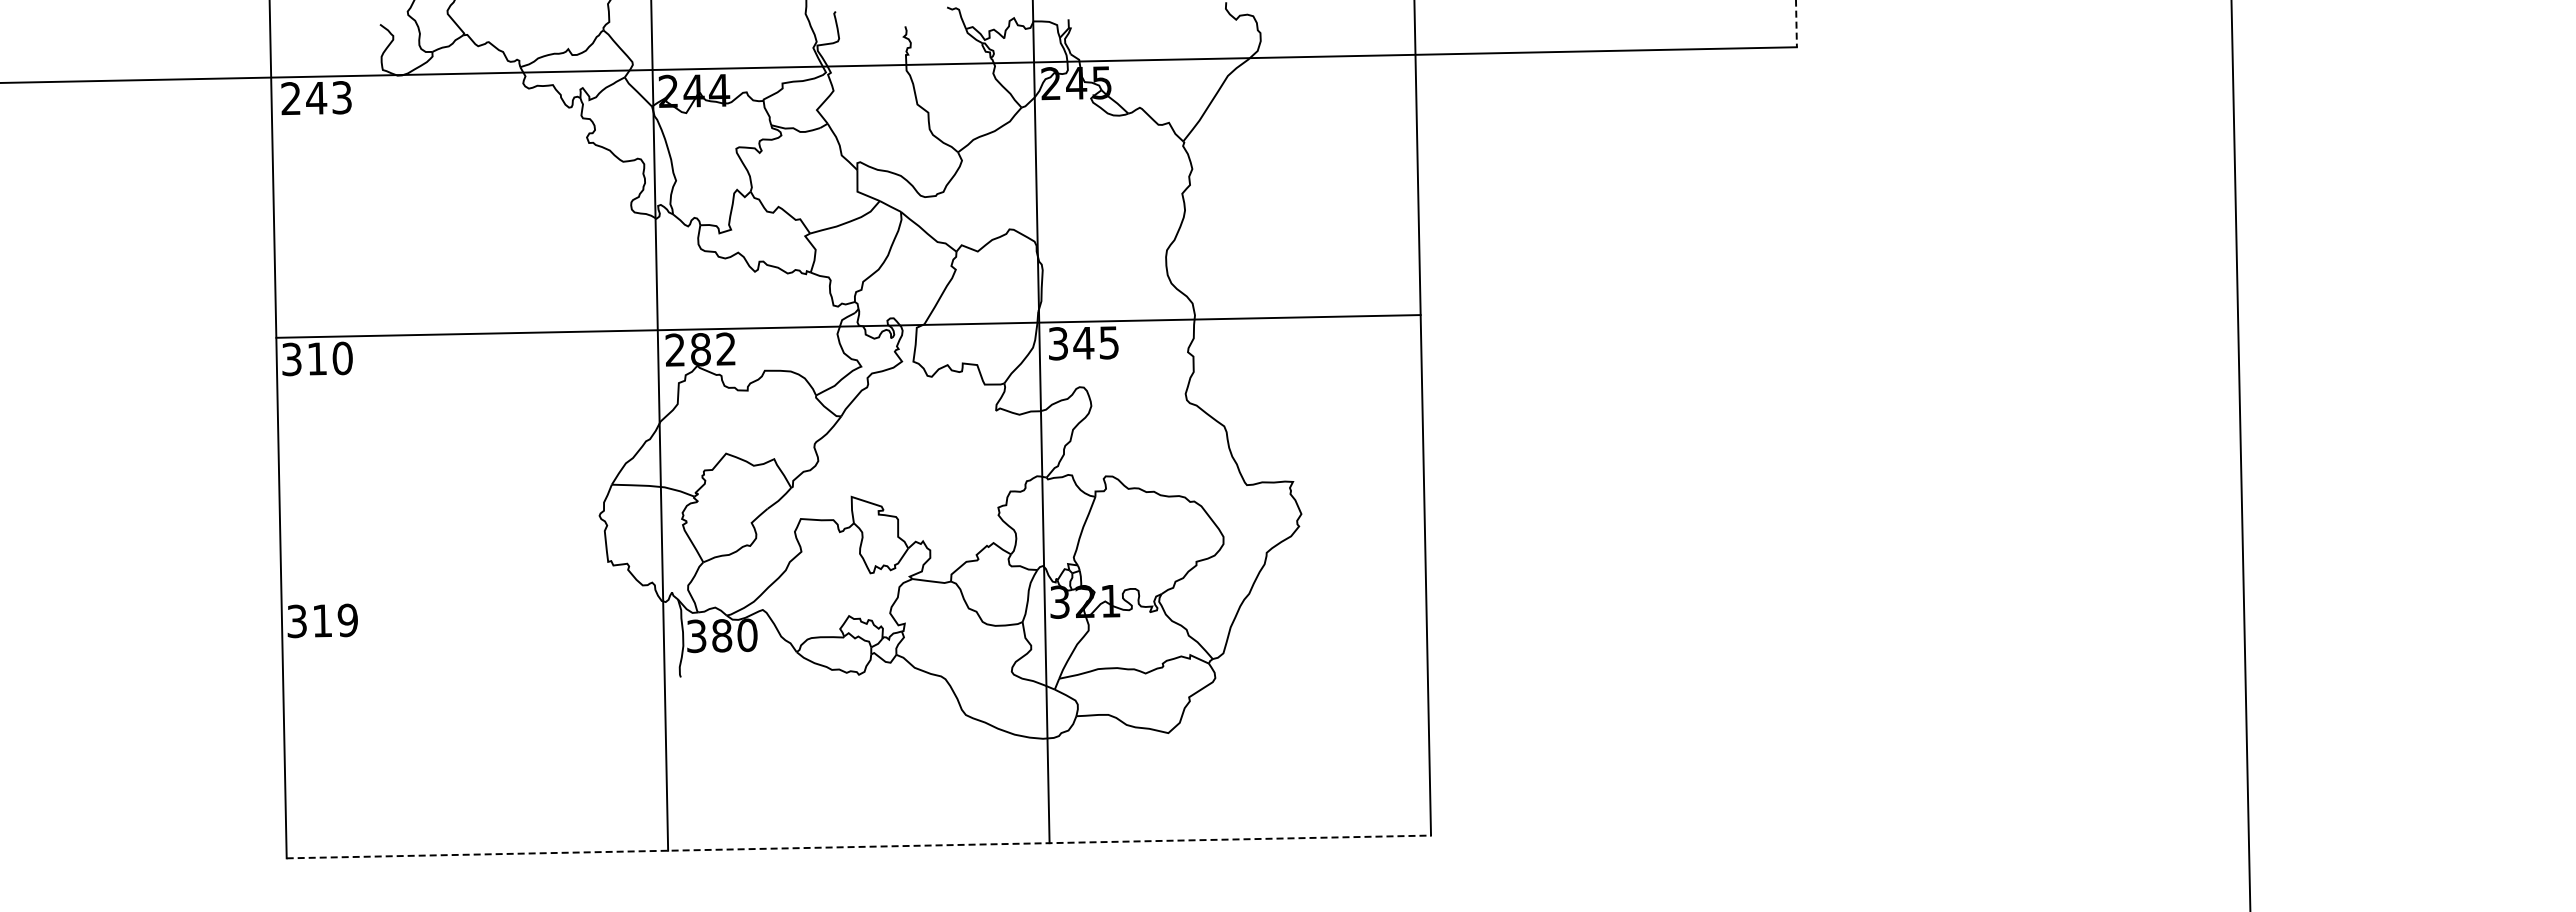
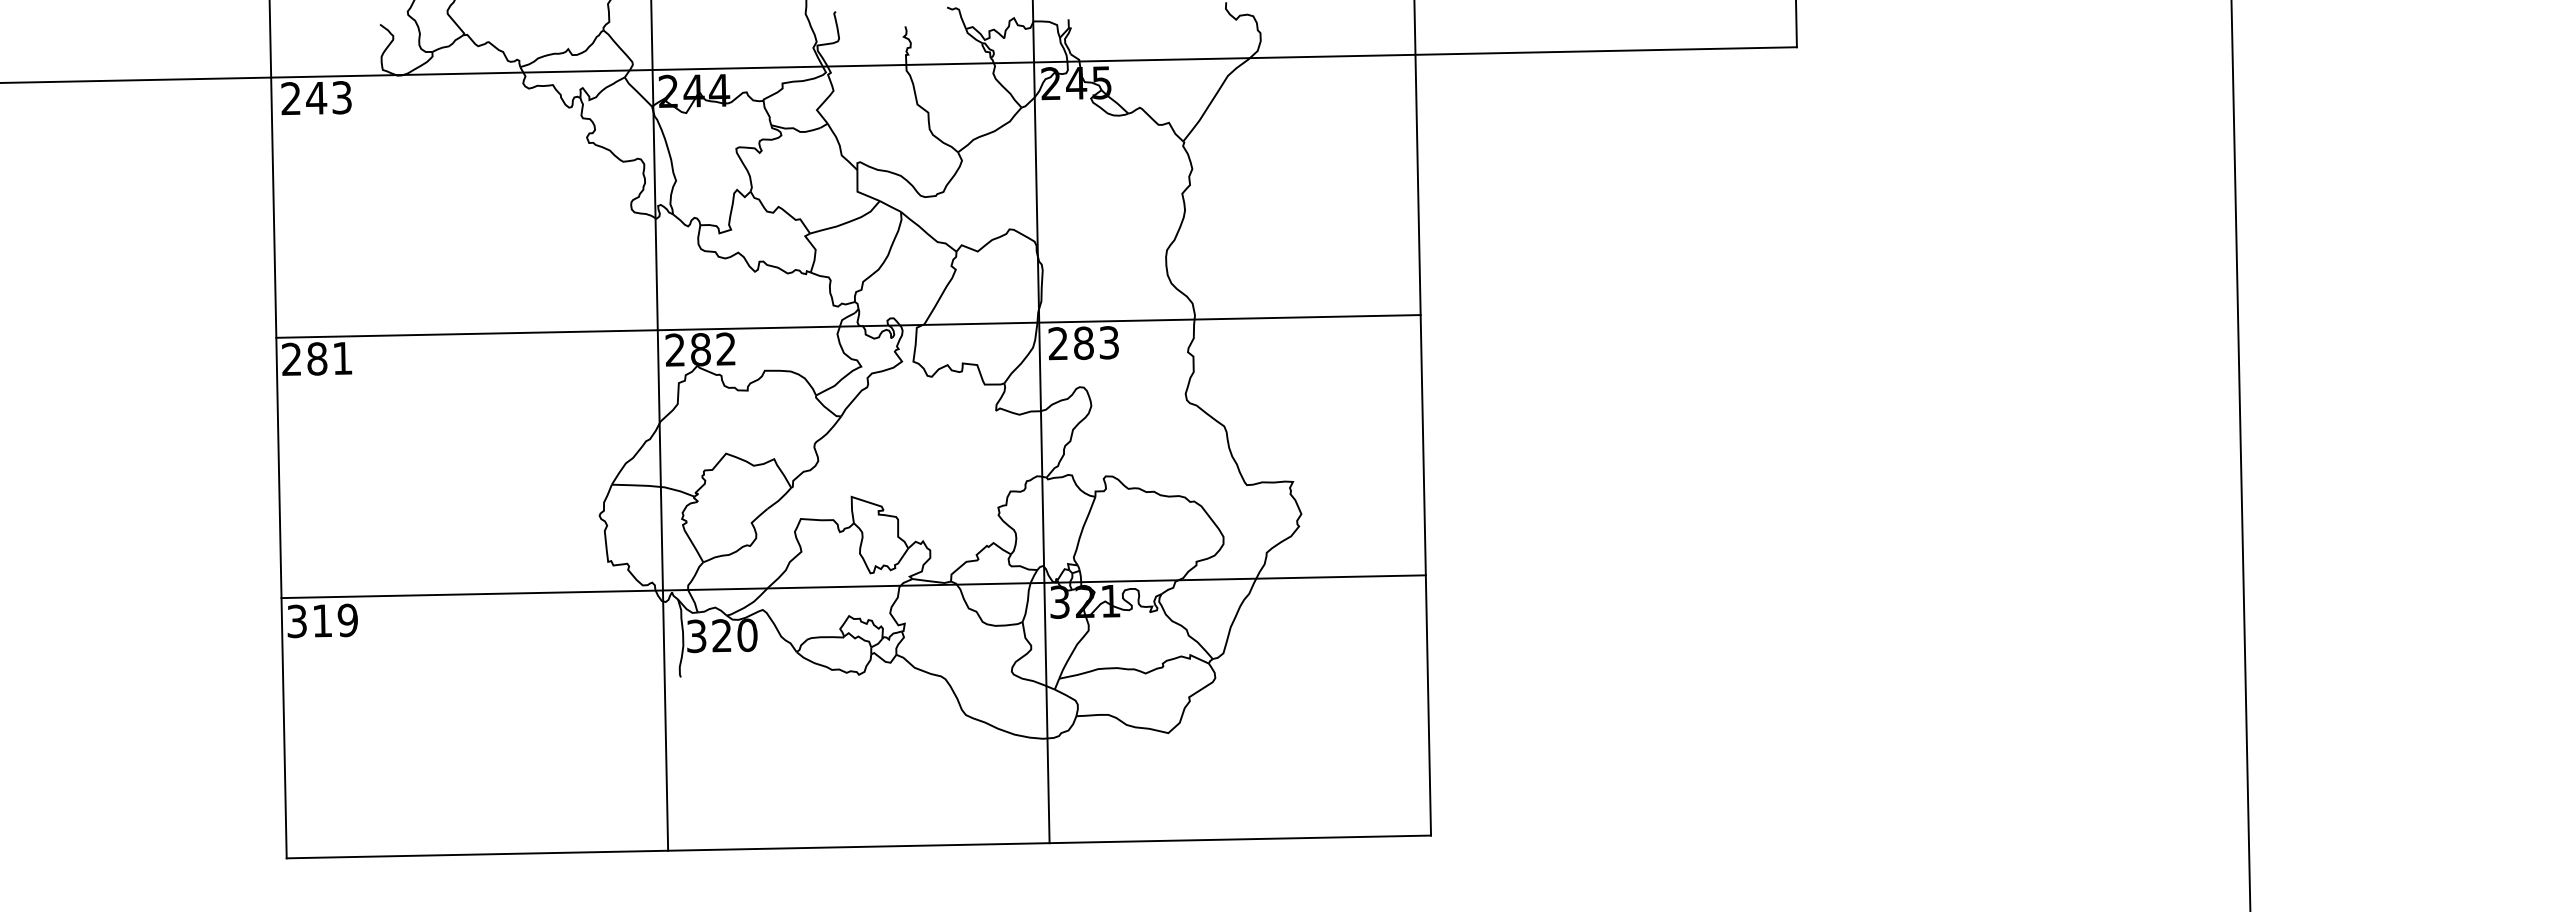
line at (1796, 24): dashed -> solid
text at (1083, 343): 345 -> 283
text at (317, 358): 310 -> 281
line at (853, 586): none -> present
text at (722, 635): 380 -> 320
line at (859, 846): dashed -> solid
